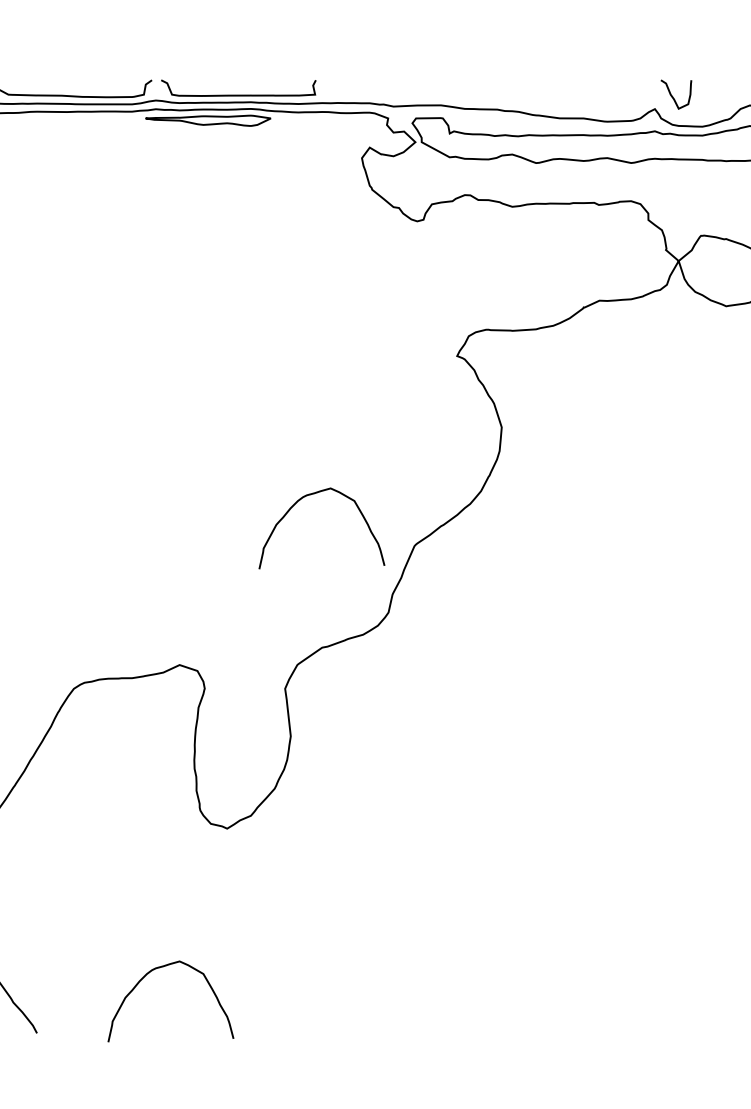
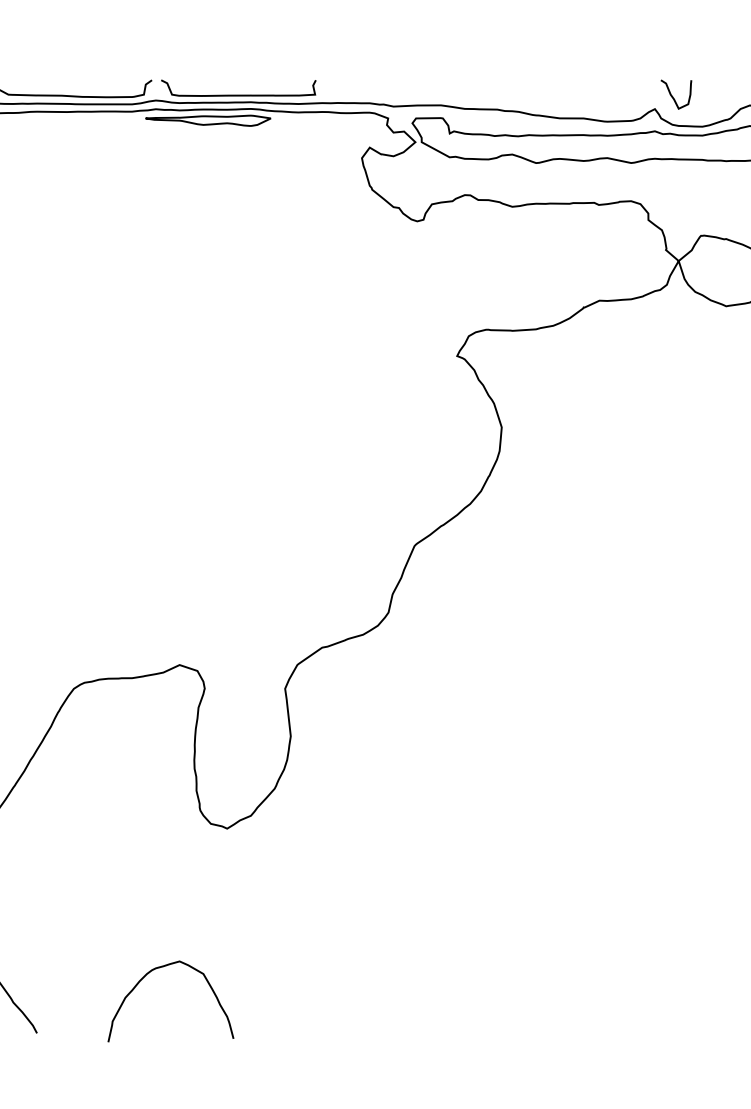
curve at (314, 494): present -> none
